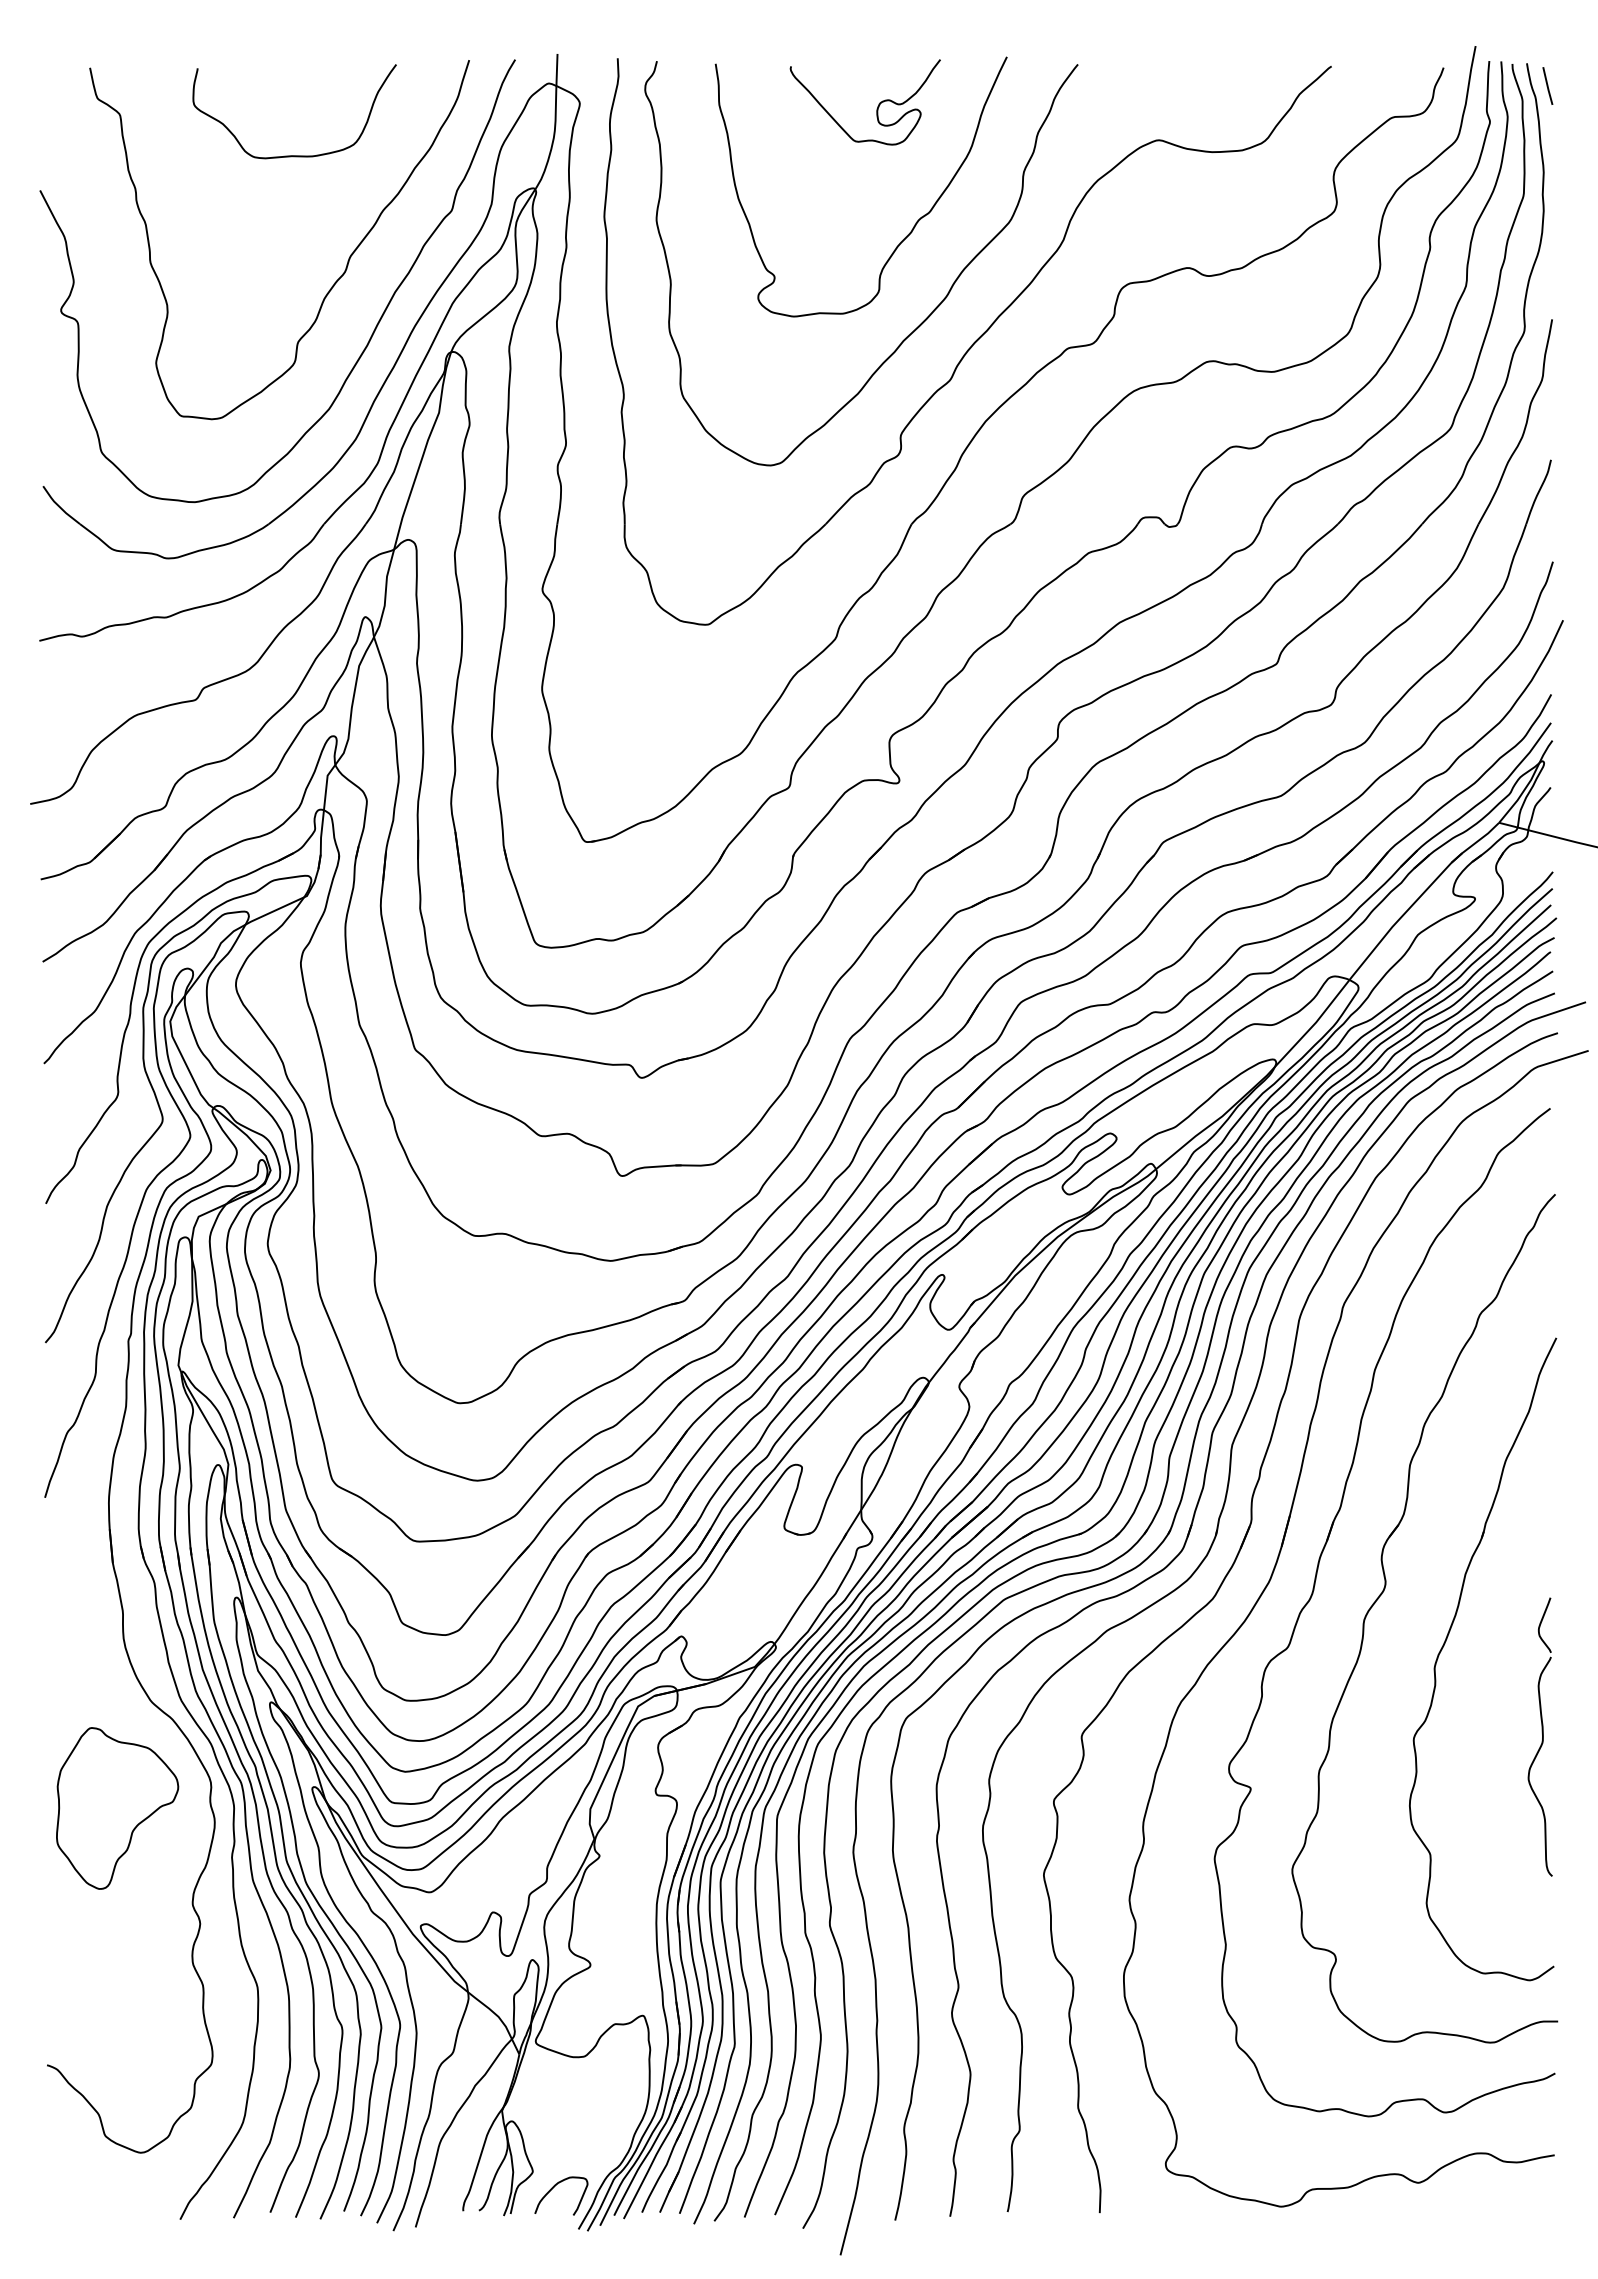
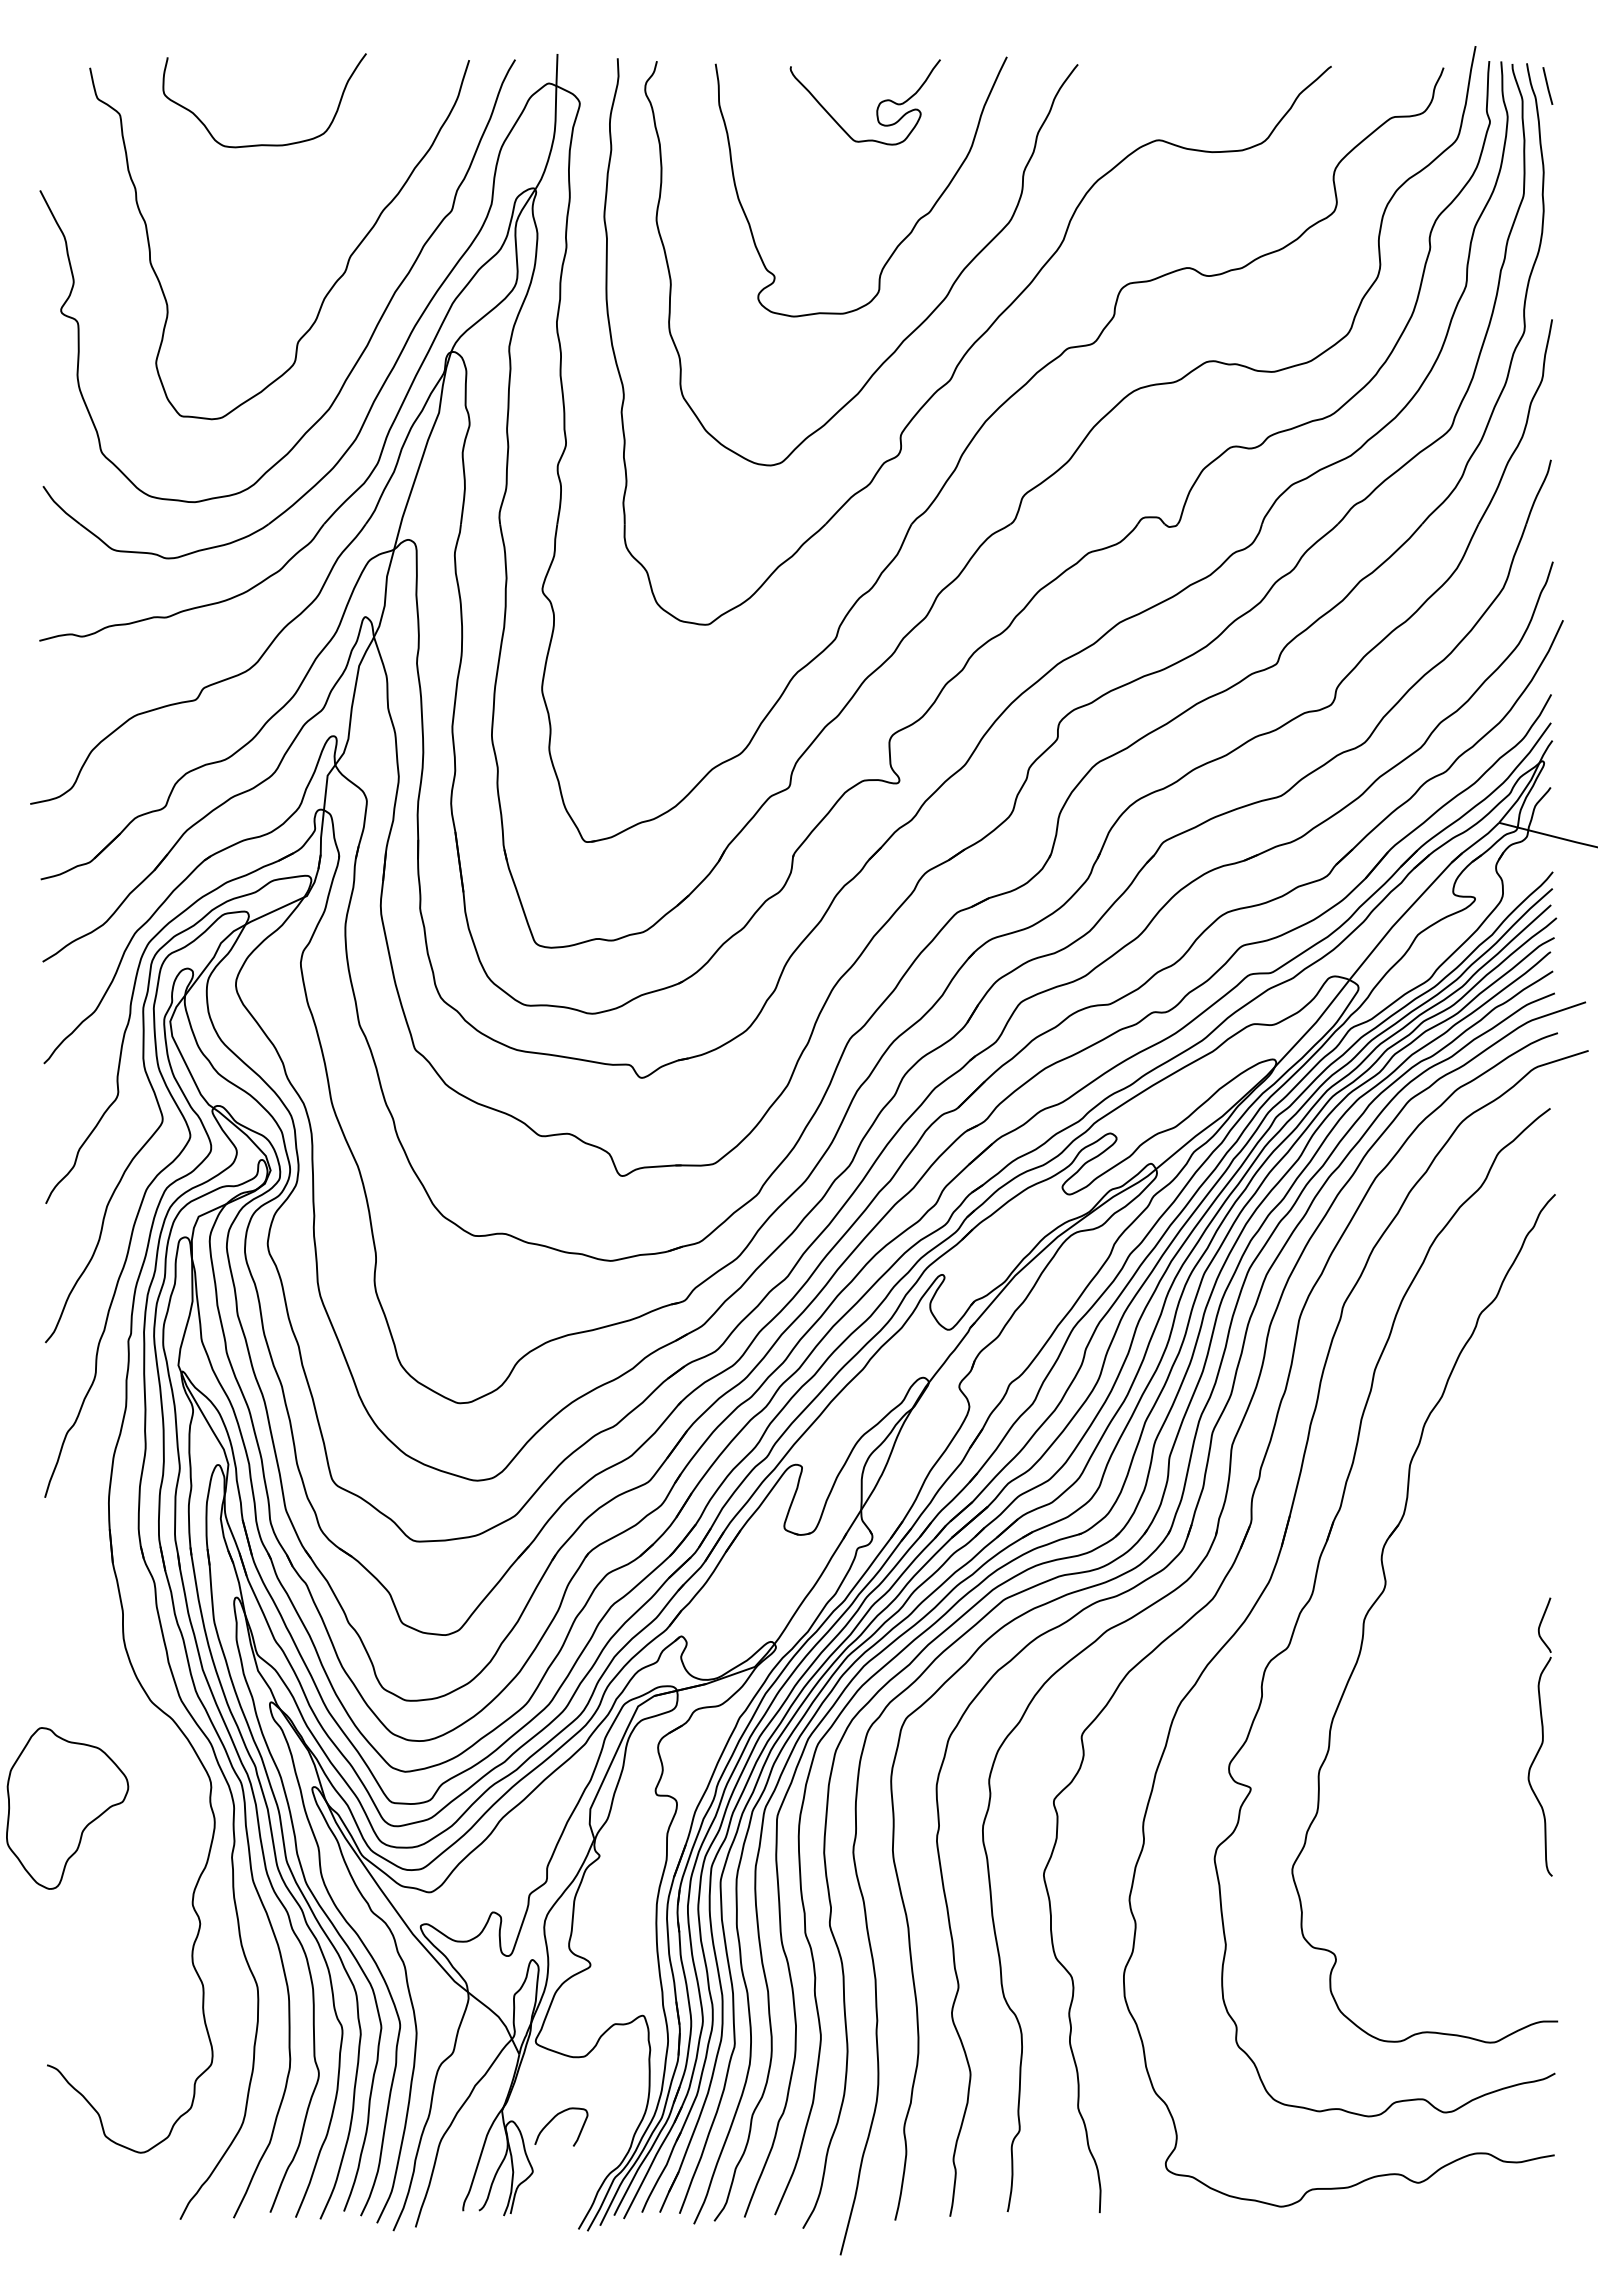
curve at (294, 155) position: (294, 155) -> (264, 144)
part at (1444, 1646): present -> none
part at (117, 1808) position: (117, 1808) -> (67, 1808)
curve at (554, 2187) position: (554, 2187) -> (554, 2118)
